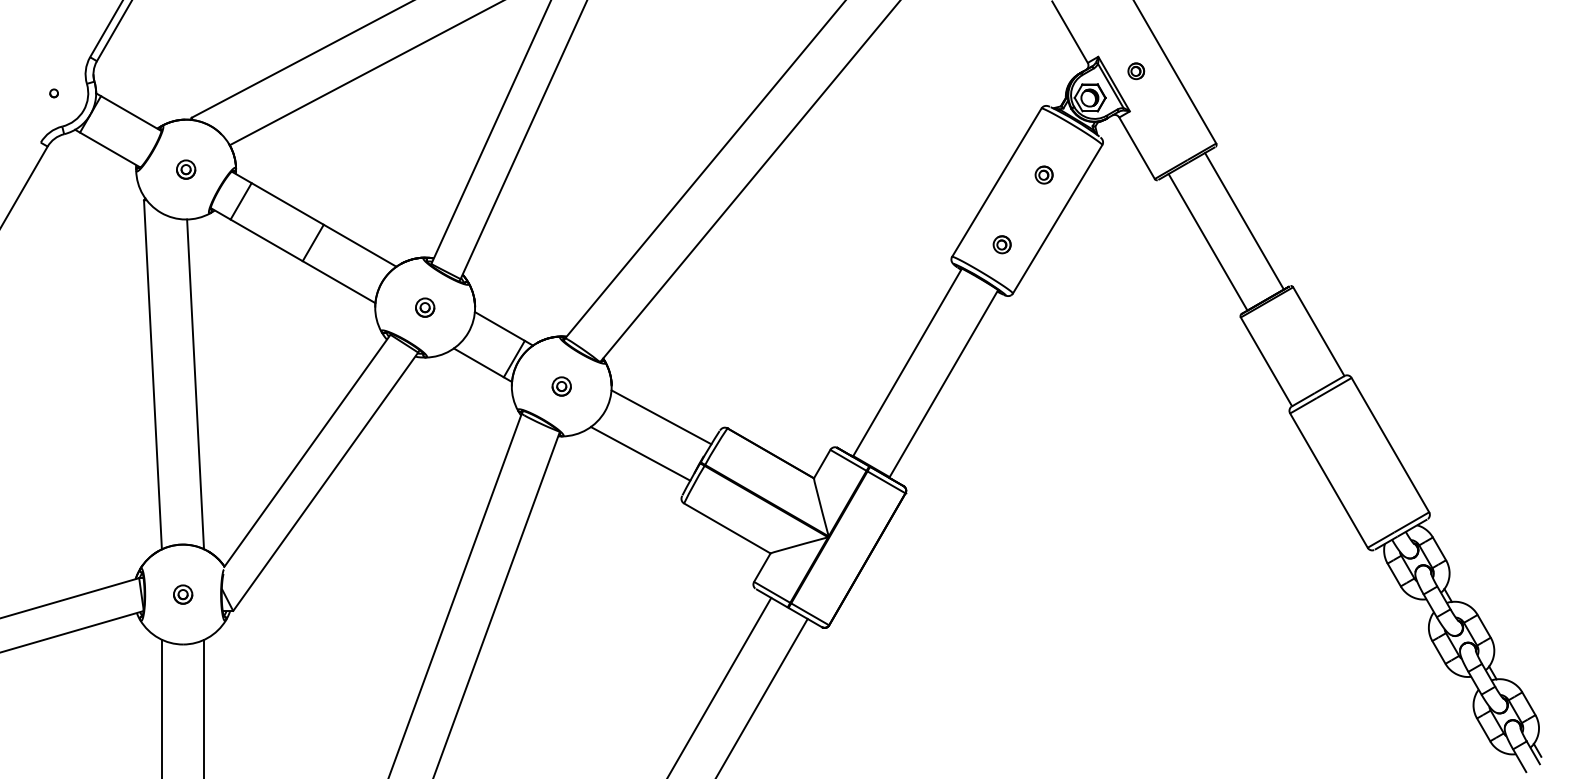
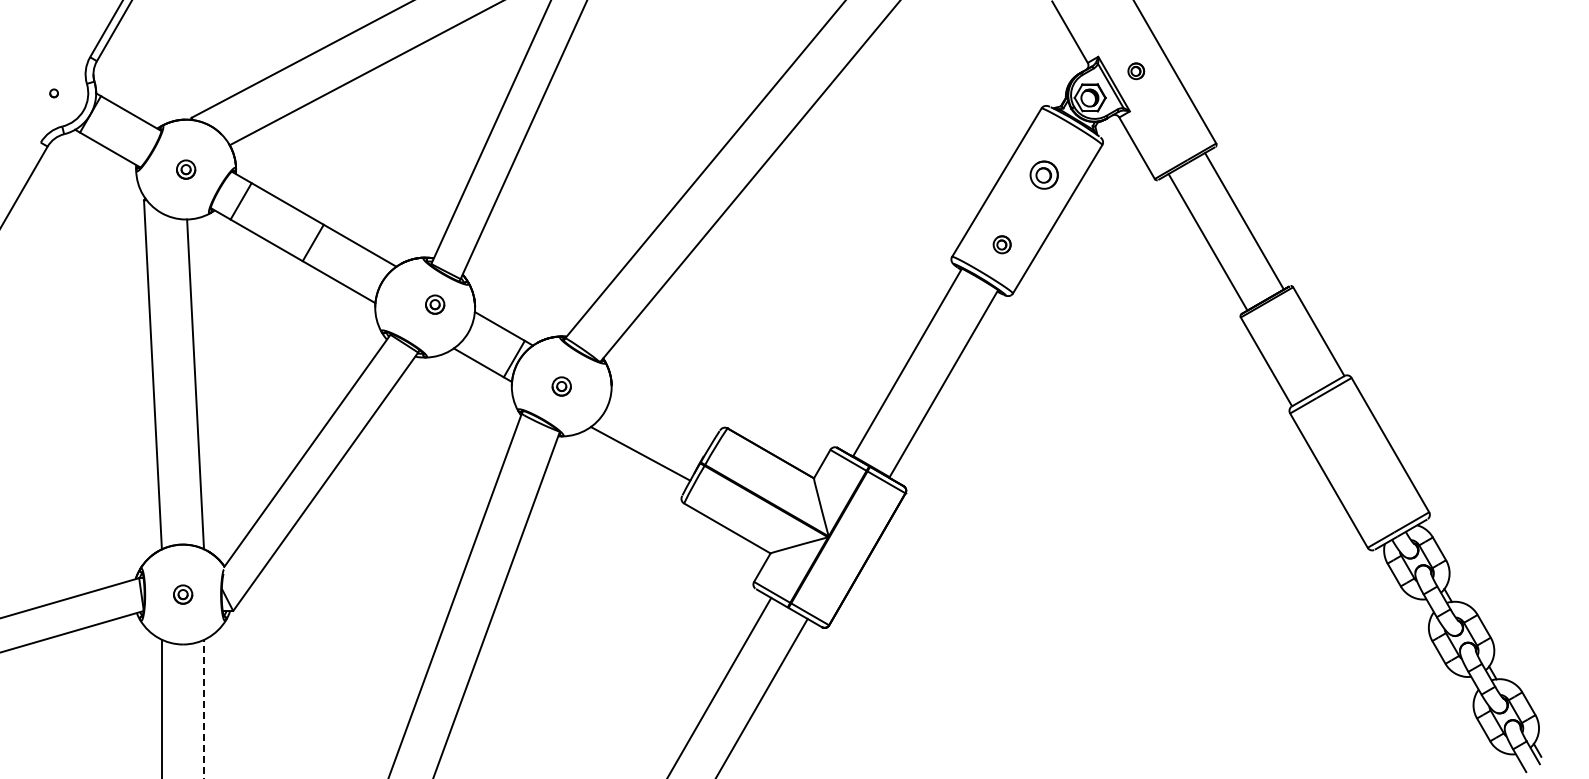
part at (1043, 174) size: 20x20 px -> 30x30 px
part at (425, 307) position: (425, 307) -> (435, 304)
line at (661, 417): present -> none
line at (204, 708): solid -> dashed
